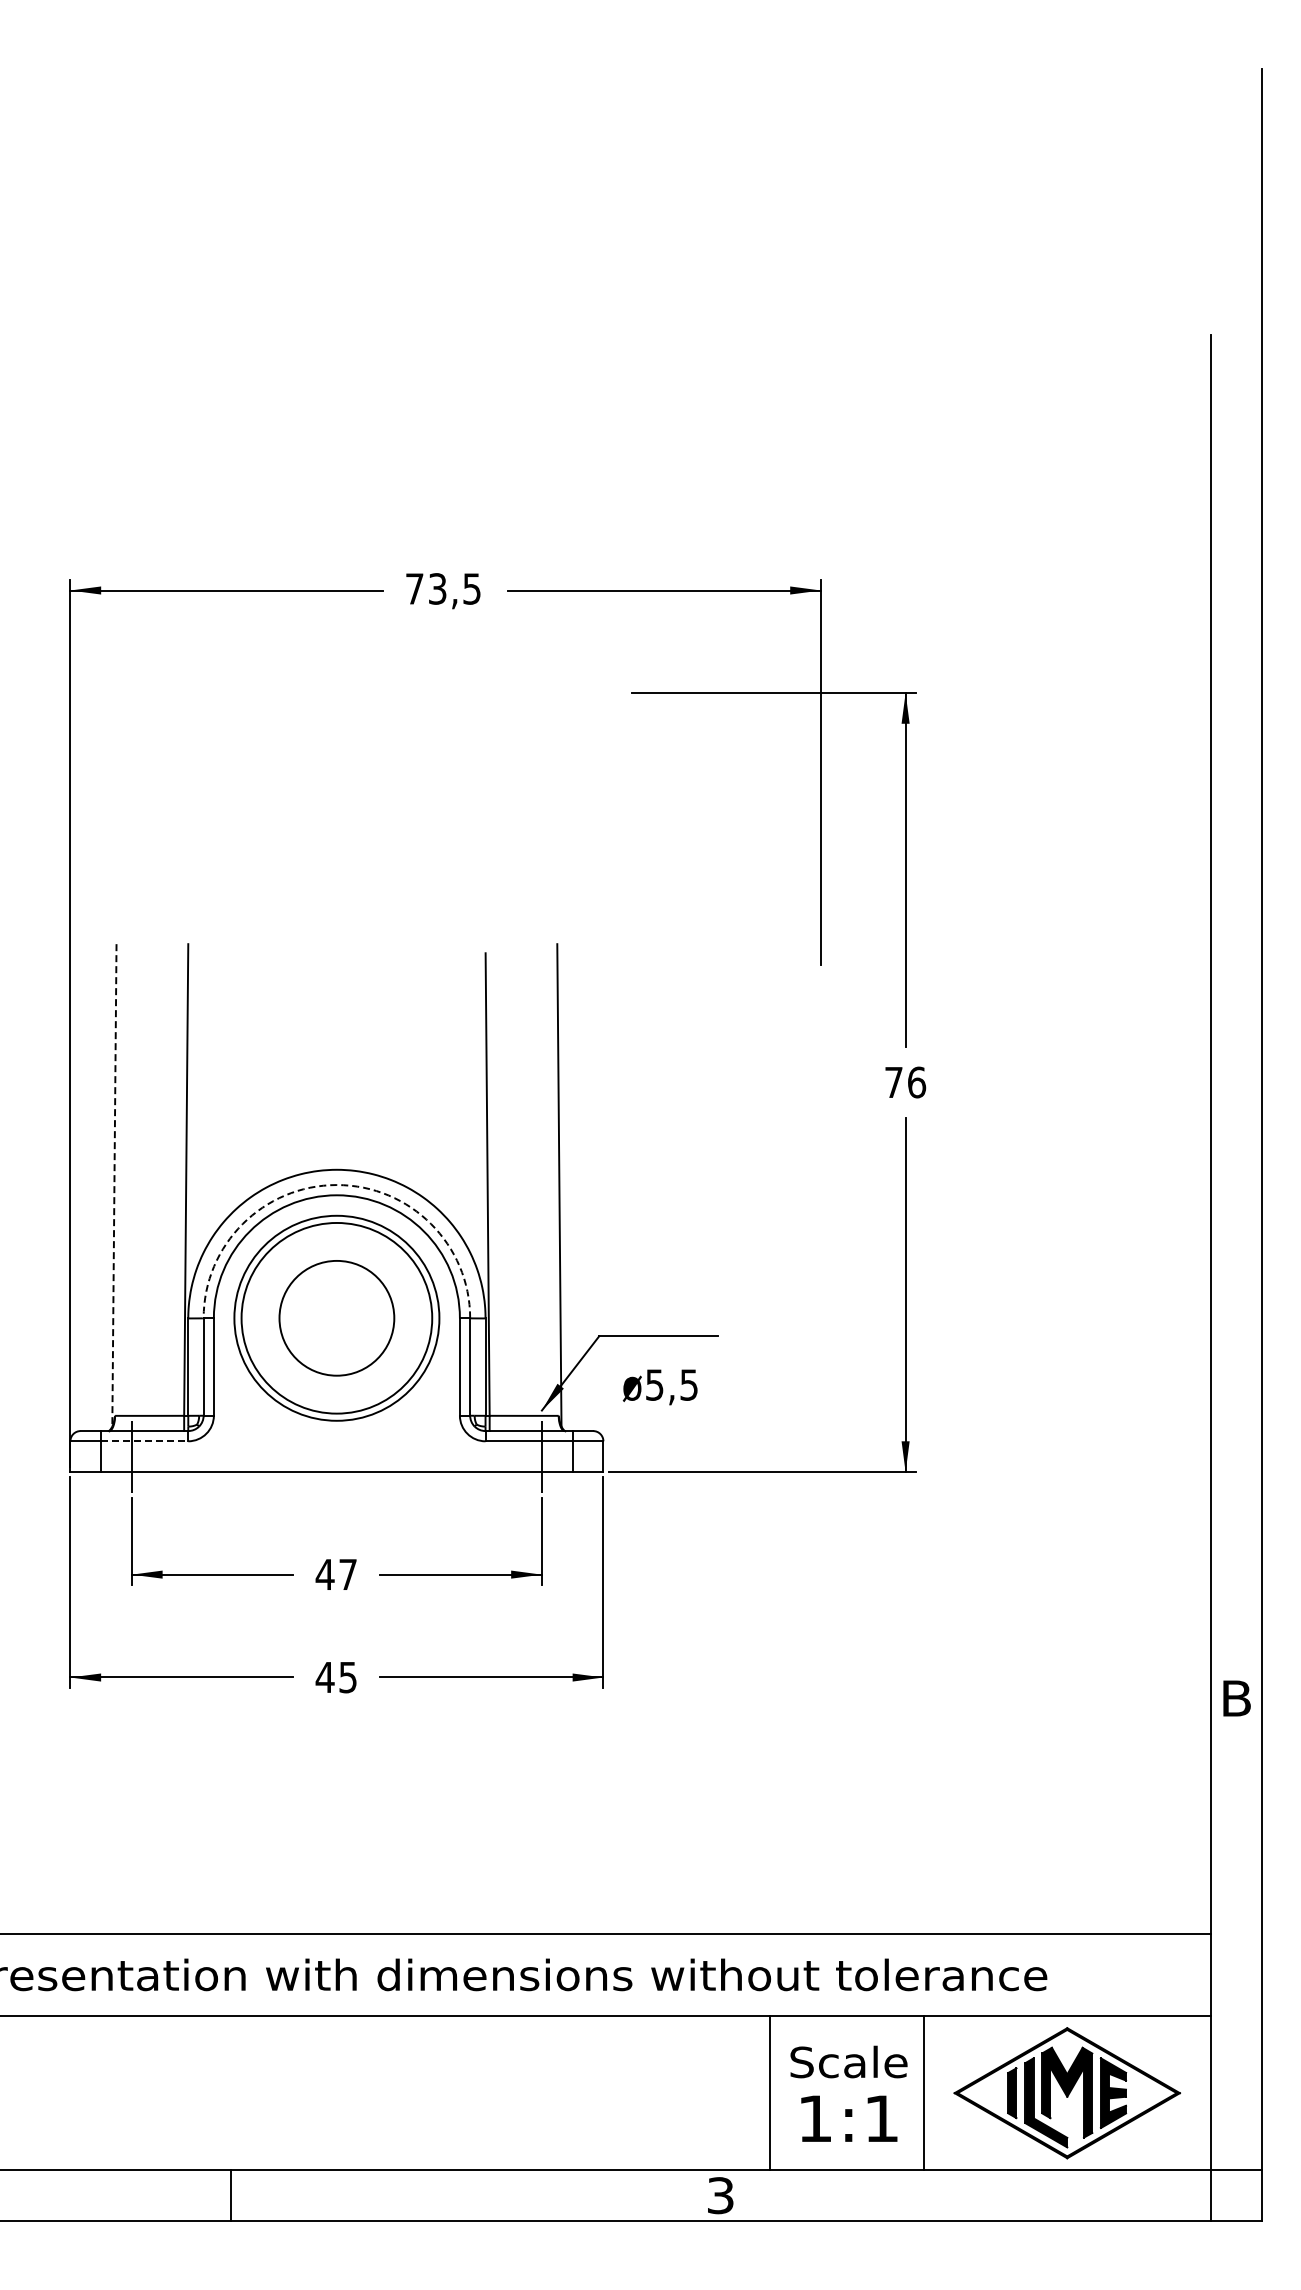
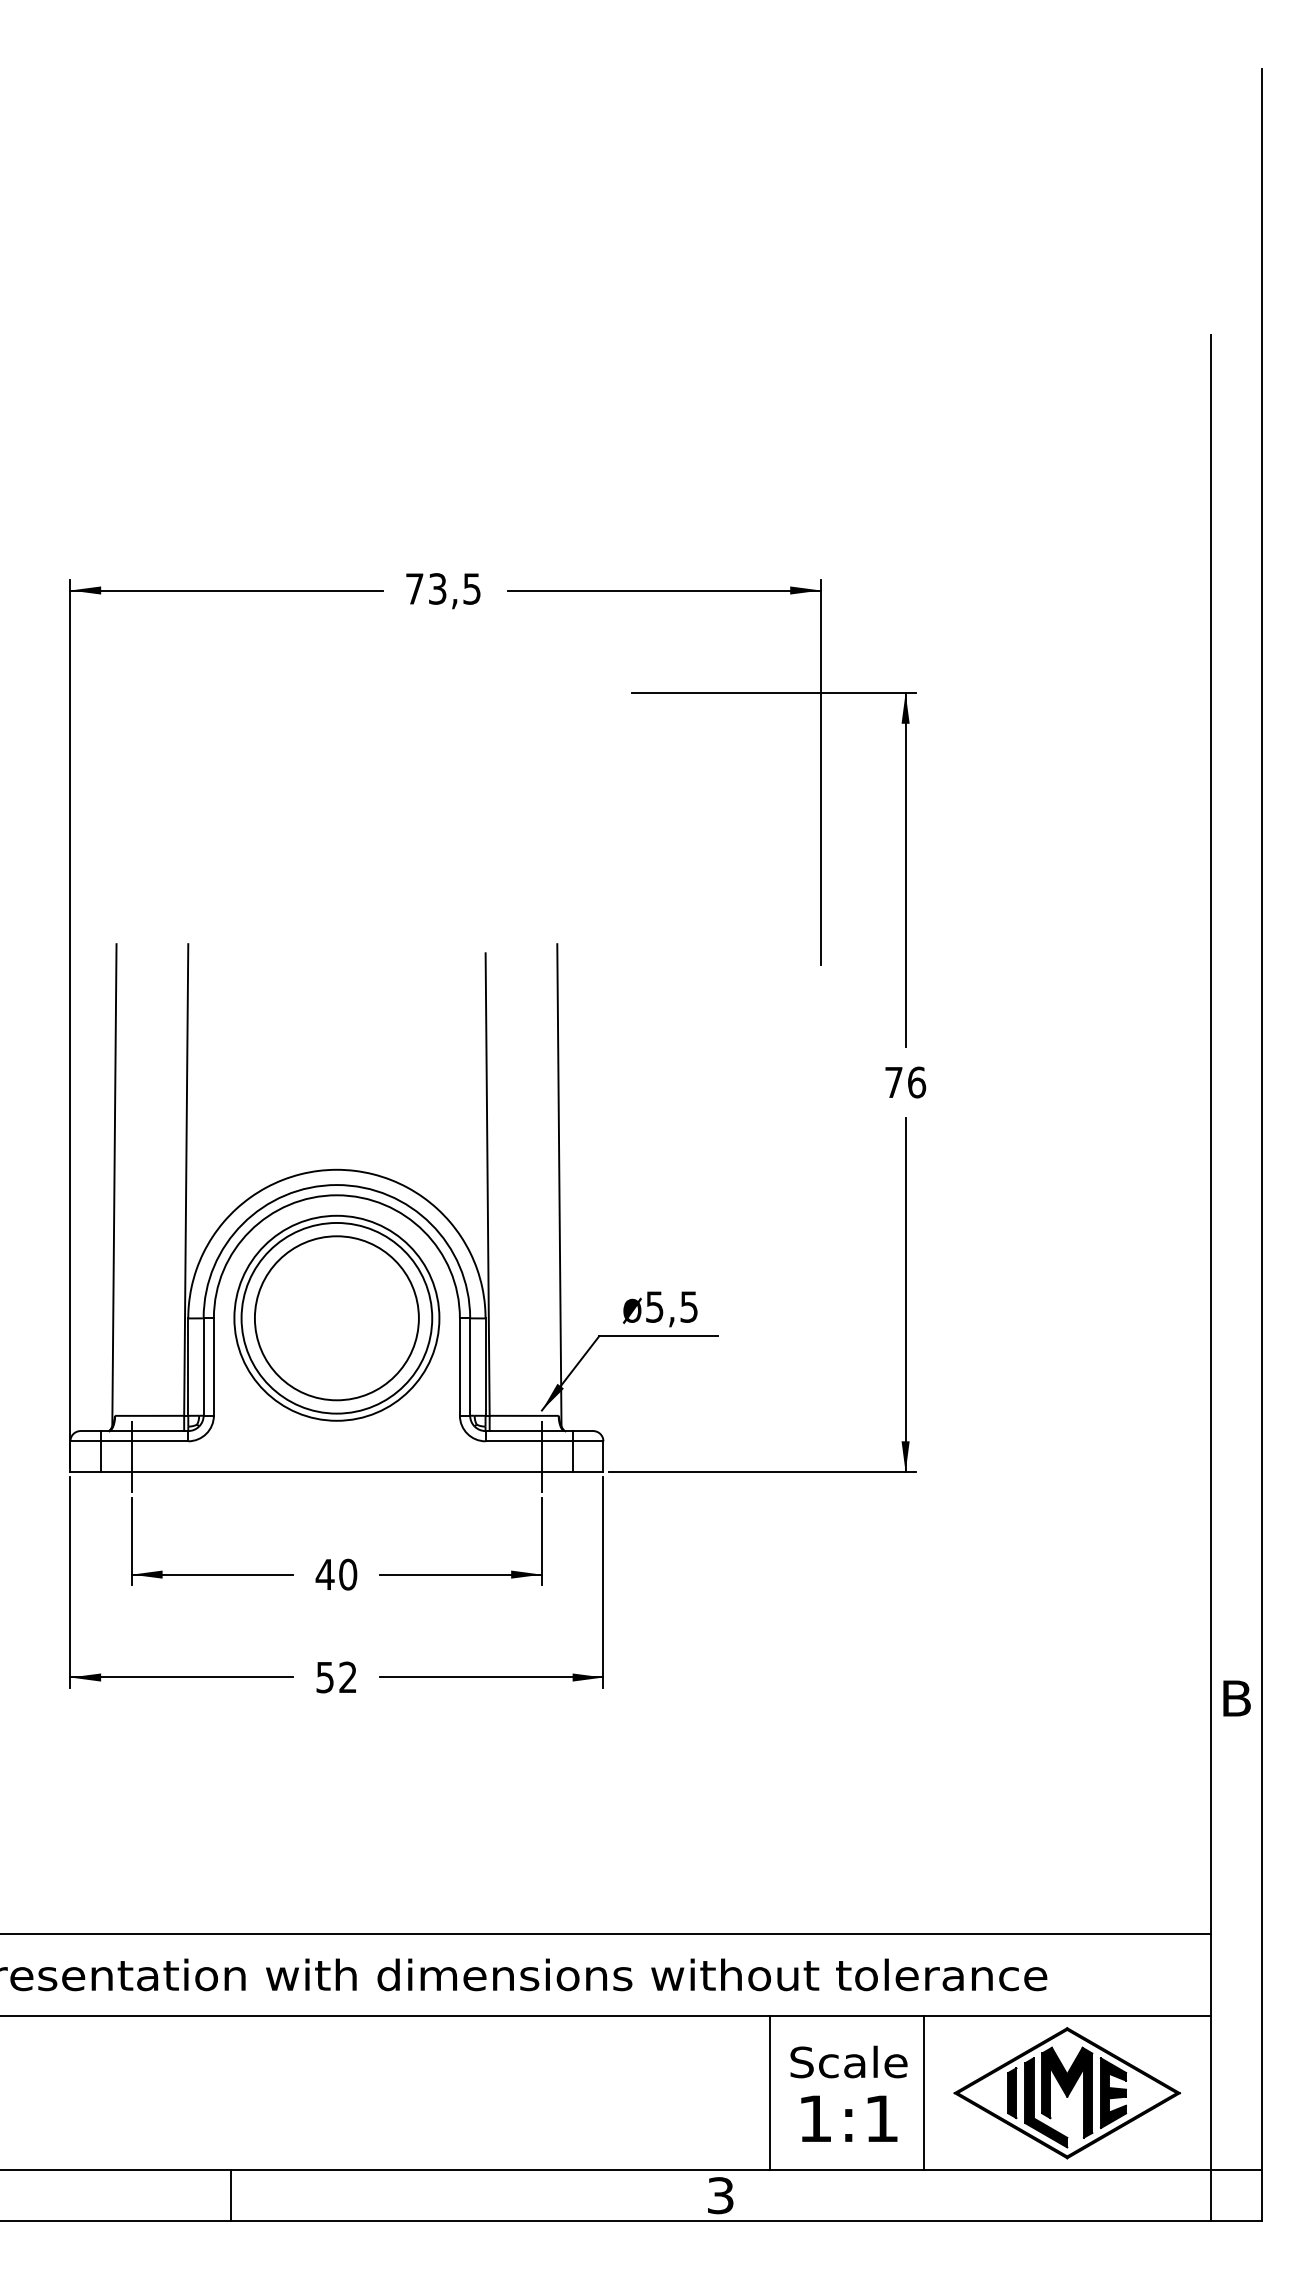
line at (114, 1185): dashed -> solid
arc at (336, 1185): dashed -> solid
circle at (336, 1317) diameter: 115 px -> 164 px
text at (659, 1387) position: (659, 1387) -> (659, 1309)
line at (144, 1441): dashed -> solid
text at (348, 1574): 47 -> 40
text at (335, 1677): 45 -> 52
